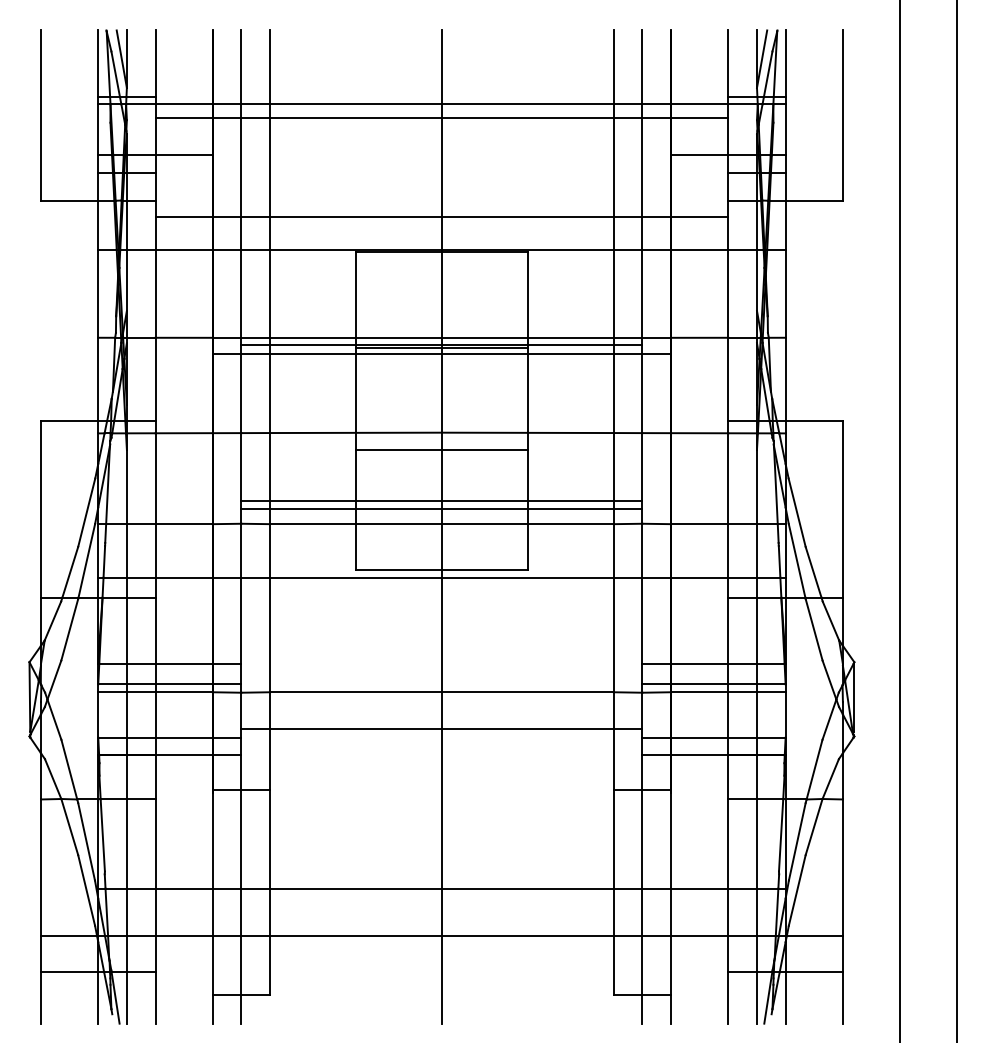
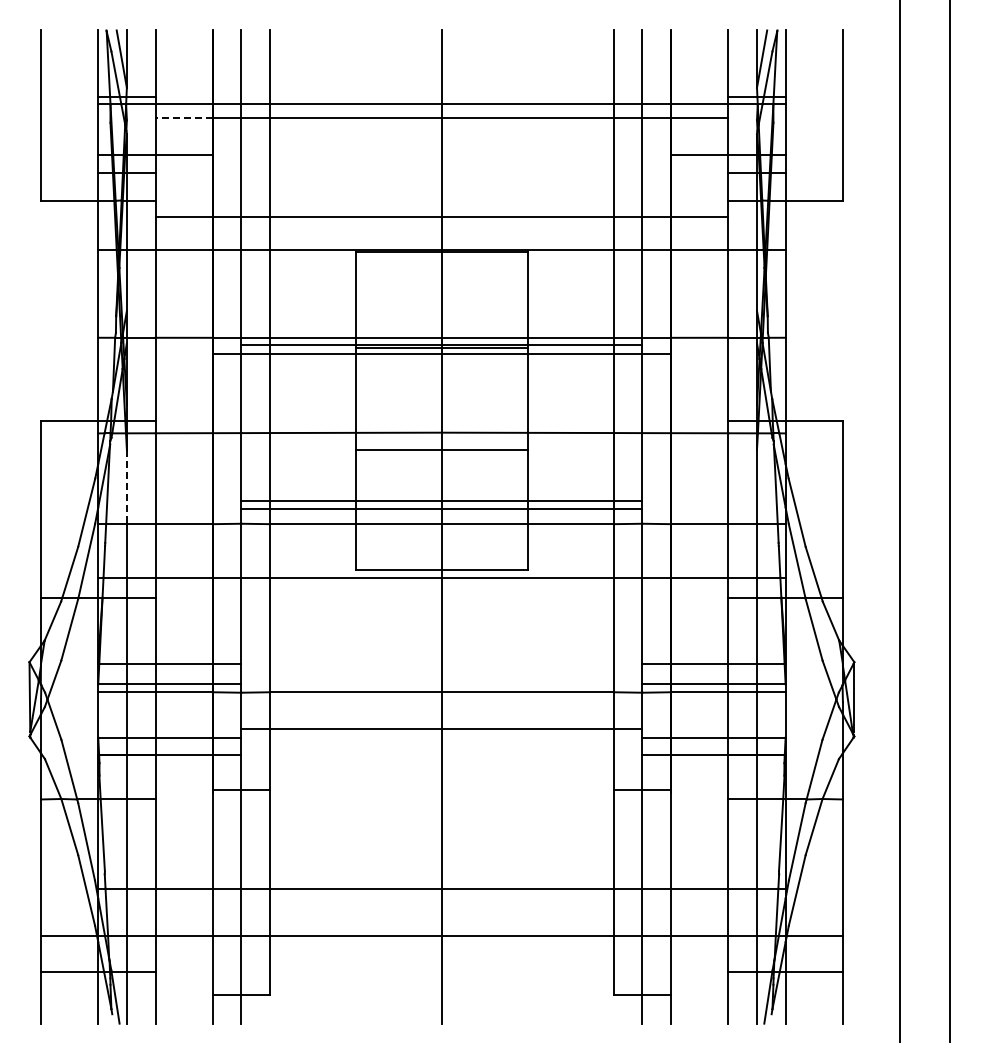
line at (184, 117): solid -> dashed
line at (126, 487): solid -> dashed
line at (957, 520) position: (957, 520) -> (950, 520)
